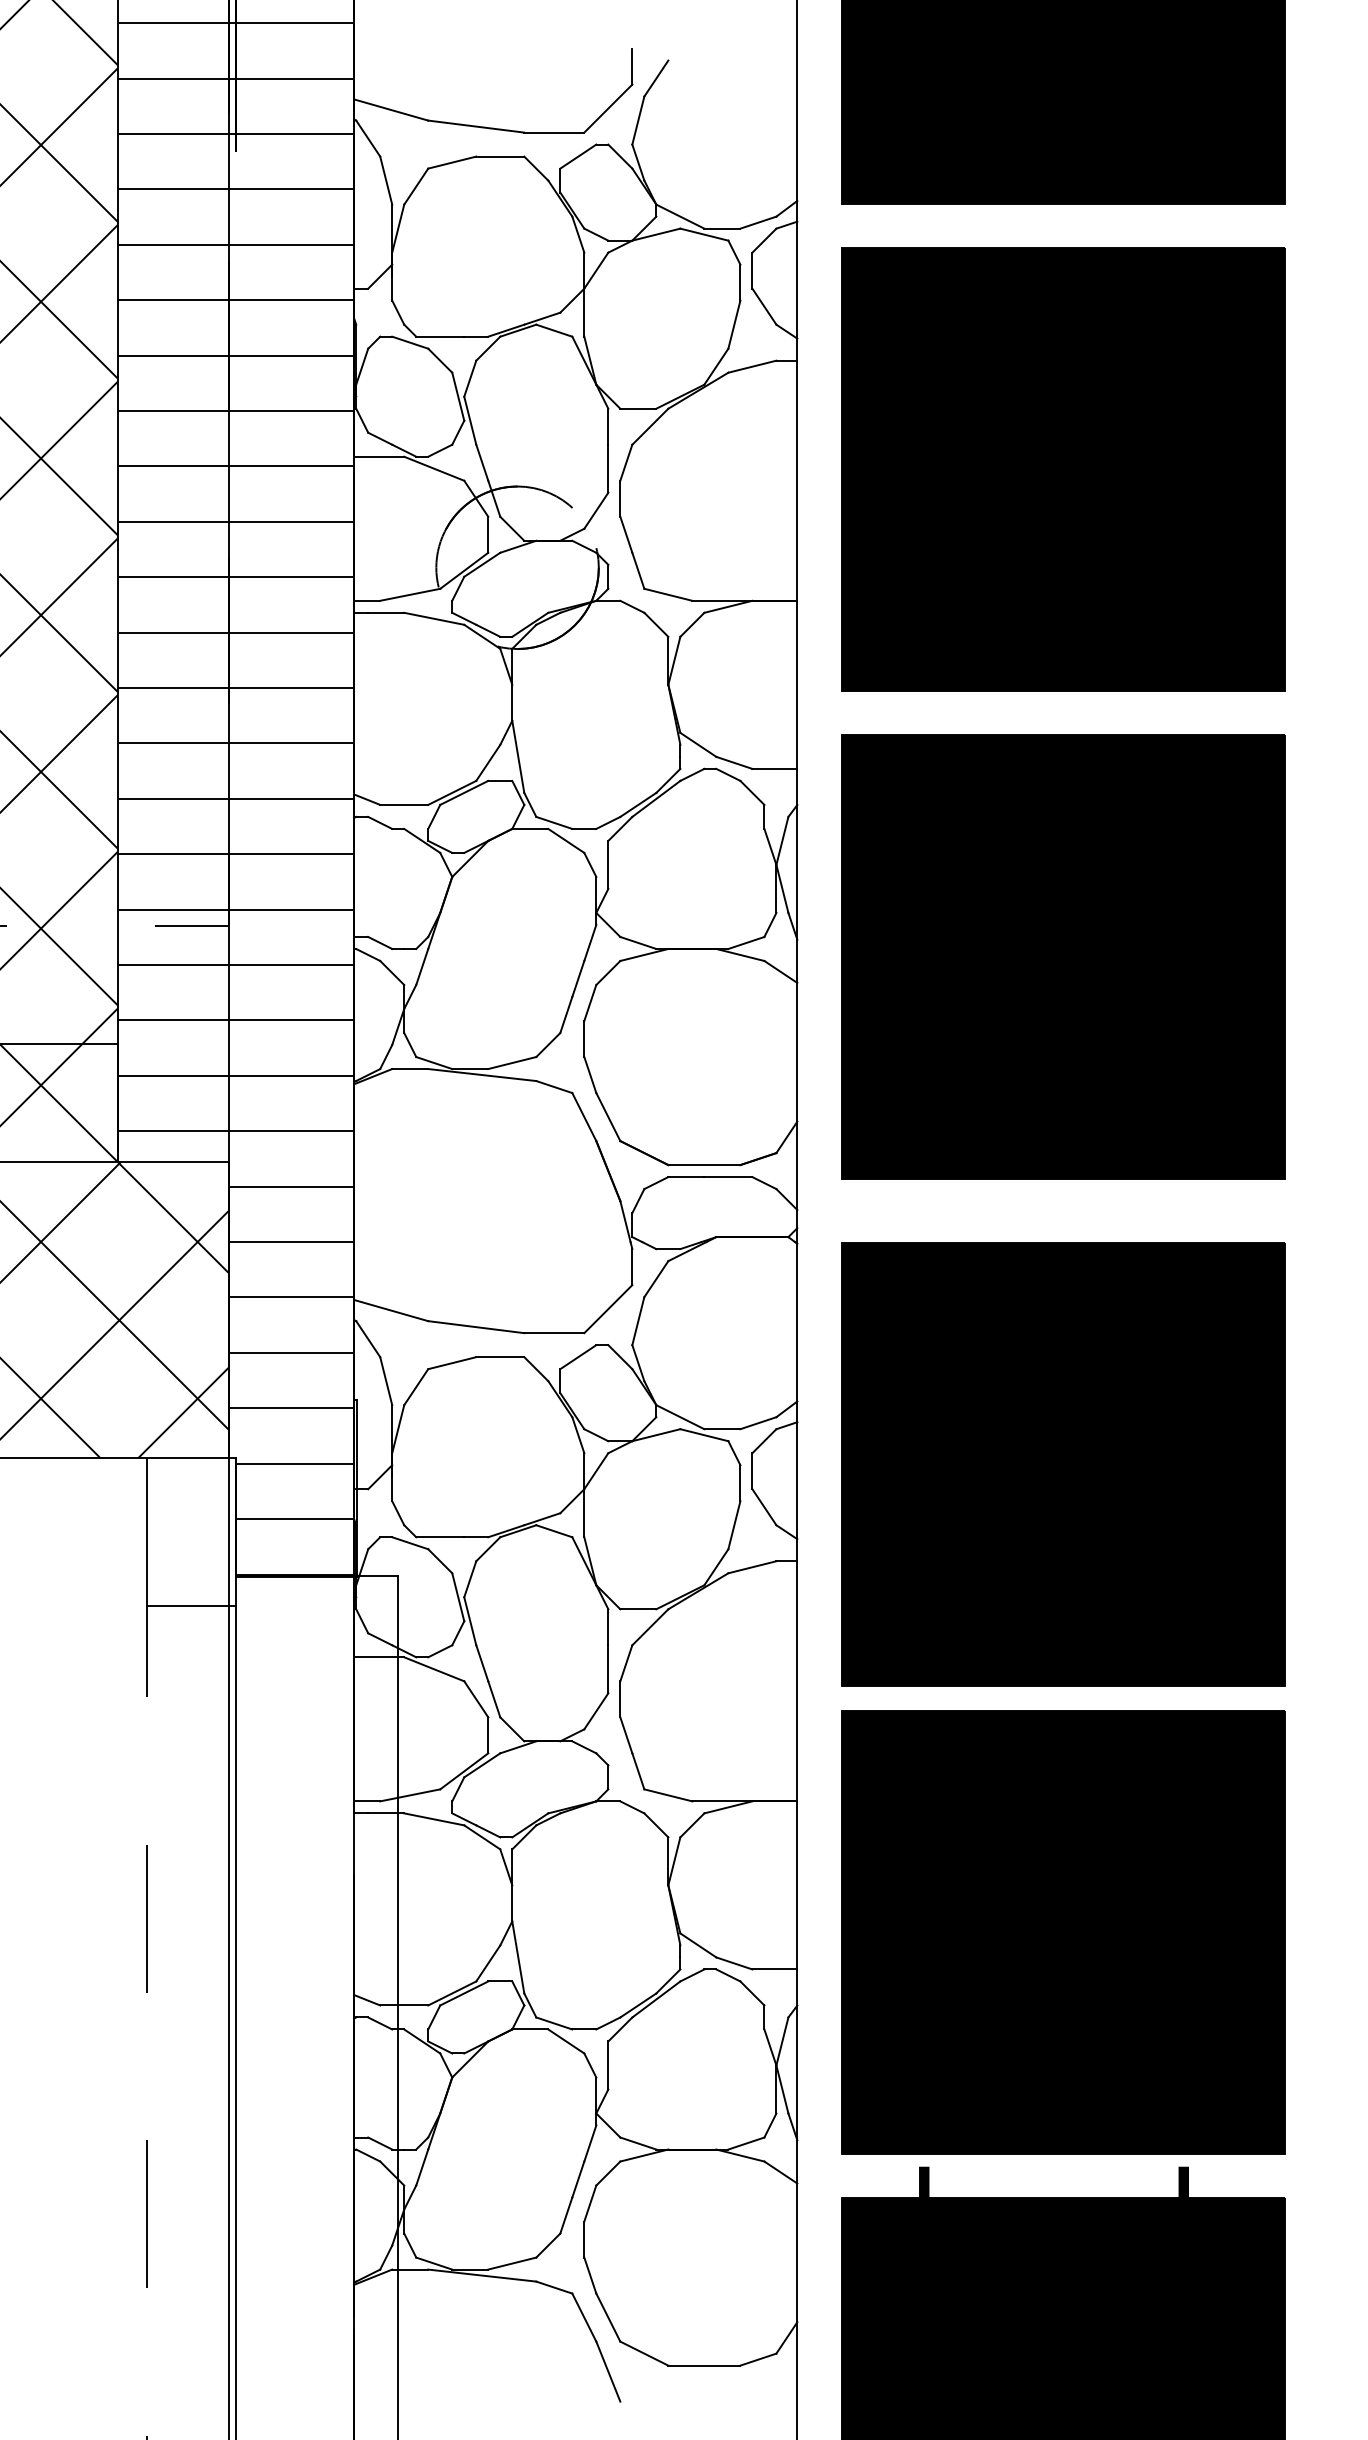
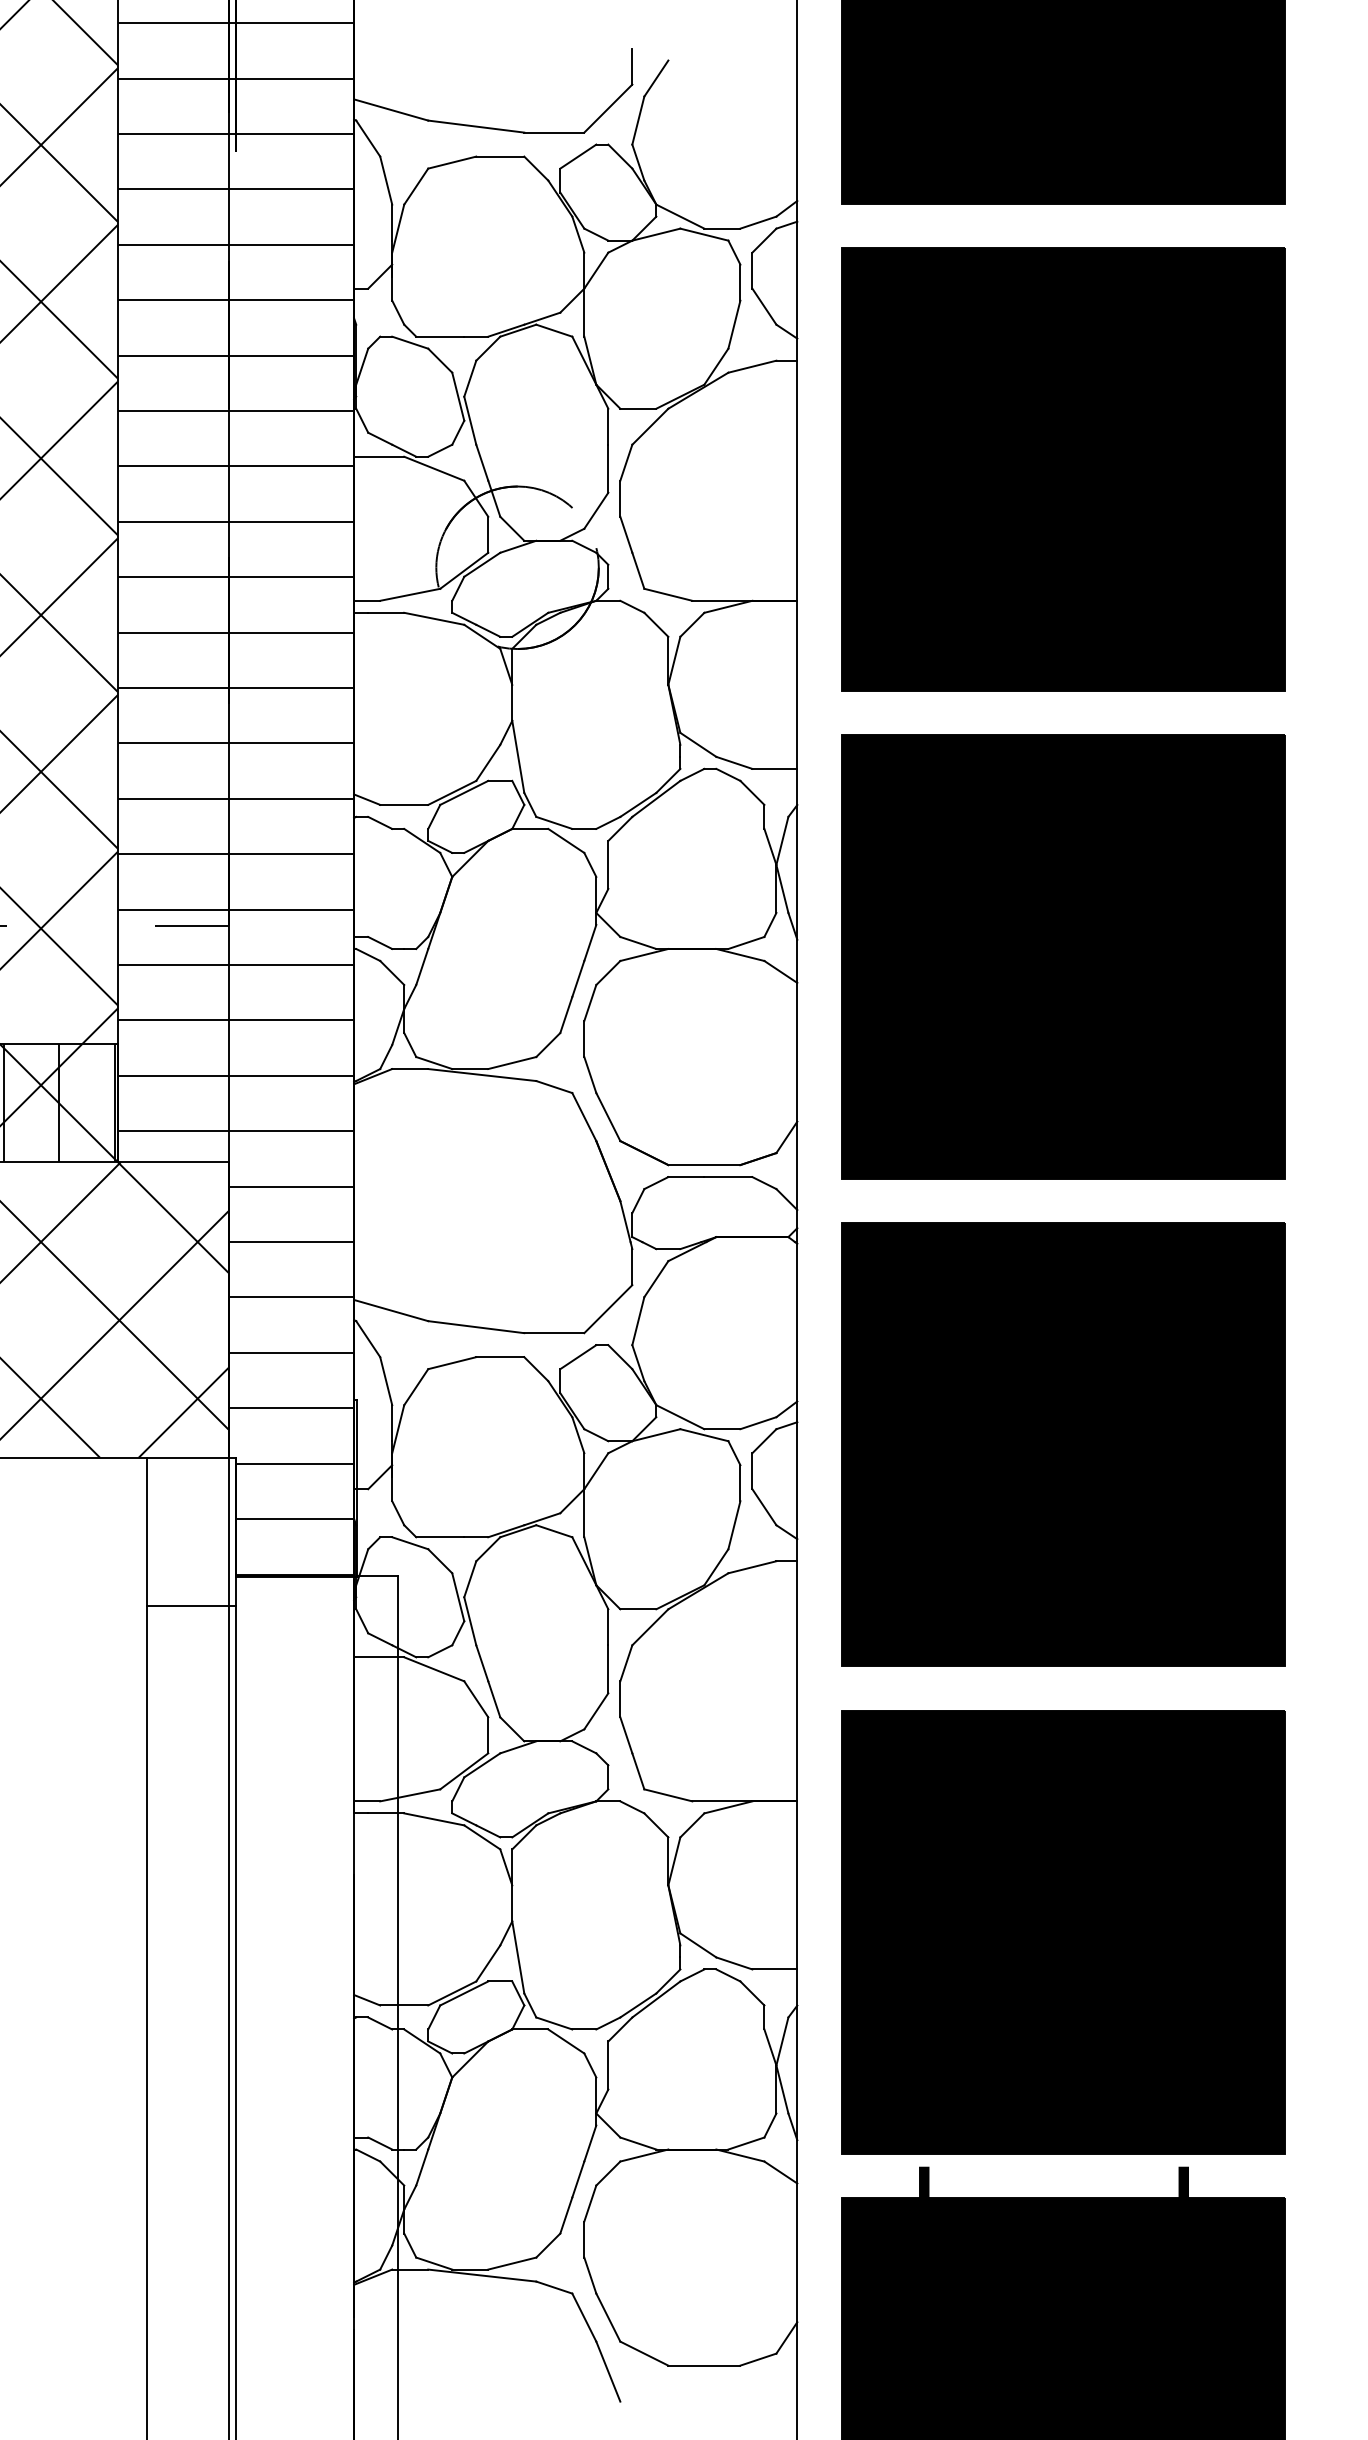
hatch at (58, 1103): none -> present
part at (1063, 1464) position: (1063, 1464) -> (1063, 1444)
line at (147, 2022): dashed -> solid
